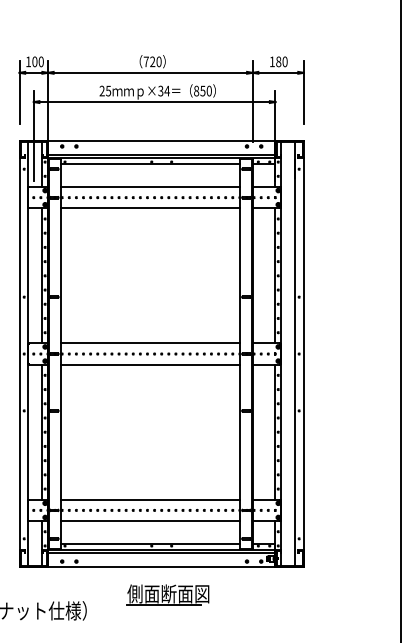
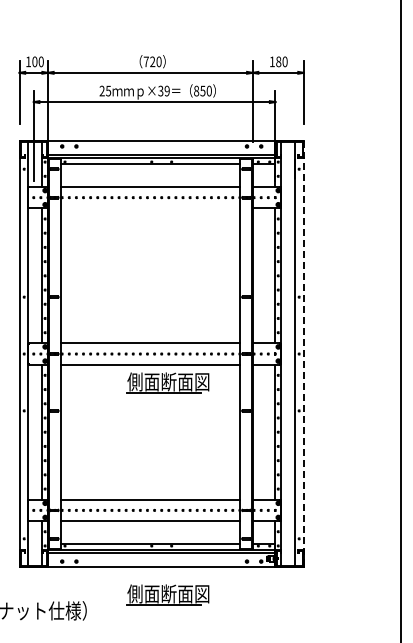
text at (166, 90): ×34 -> ×39
line at (149, 208): present -> none
line at (303, 354): solid -> dashed
part at (167, 382): none -> present
